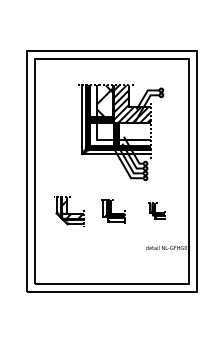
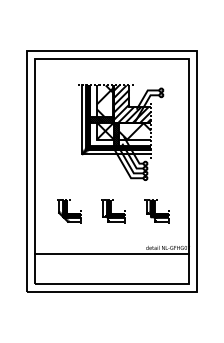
hatch at (104, 130): none -> present
hatch at (135, 131): none -> present
part at (156, 210) size: 18x18 px -> 26x25 px
part at (69, 211) size: 31x31 px -> 25x25 px
line at (111, 253): none -> present
